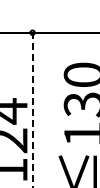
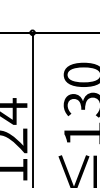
line at (32, 109): dashed -> solid
